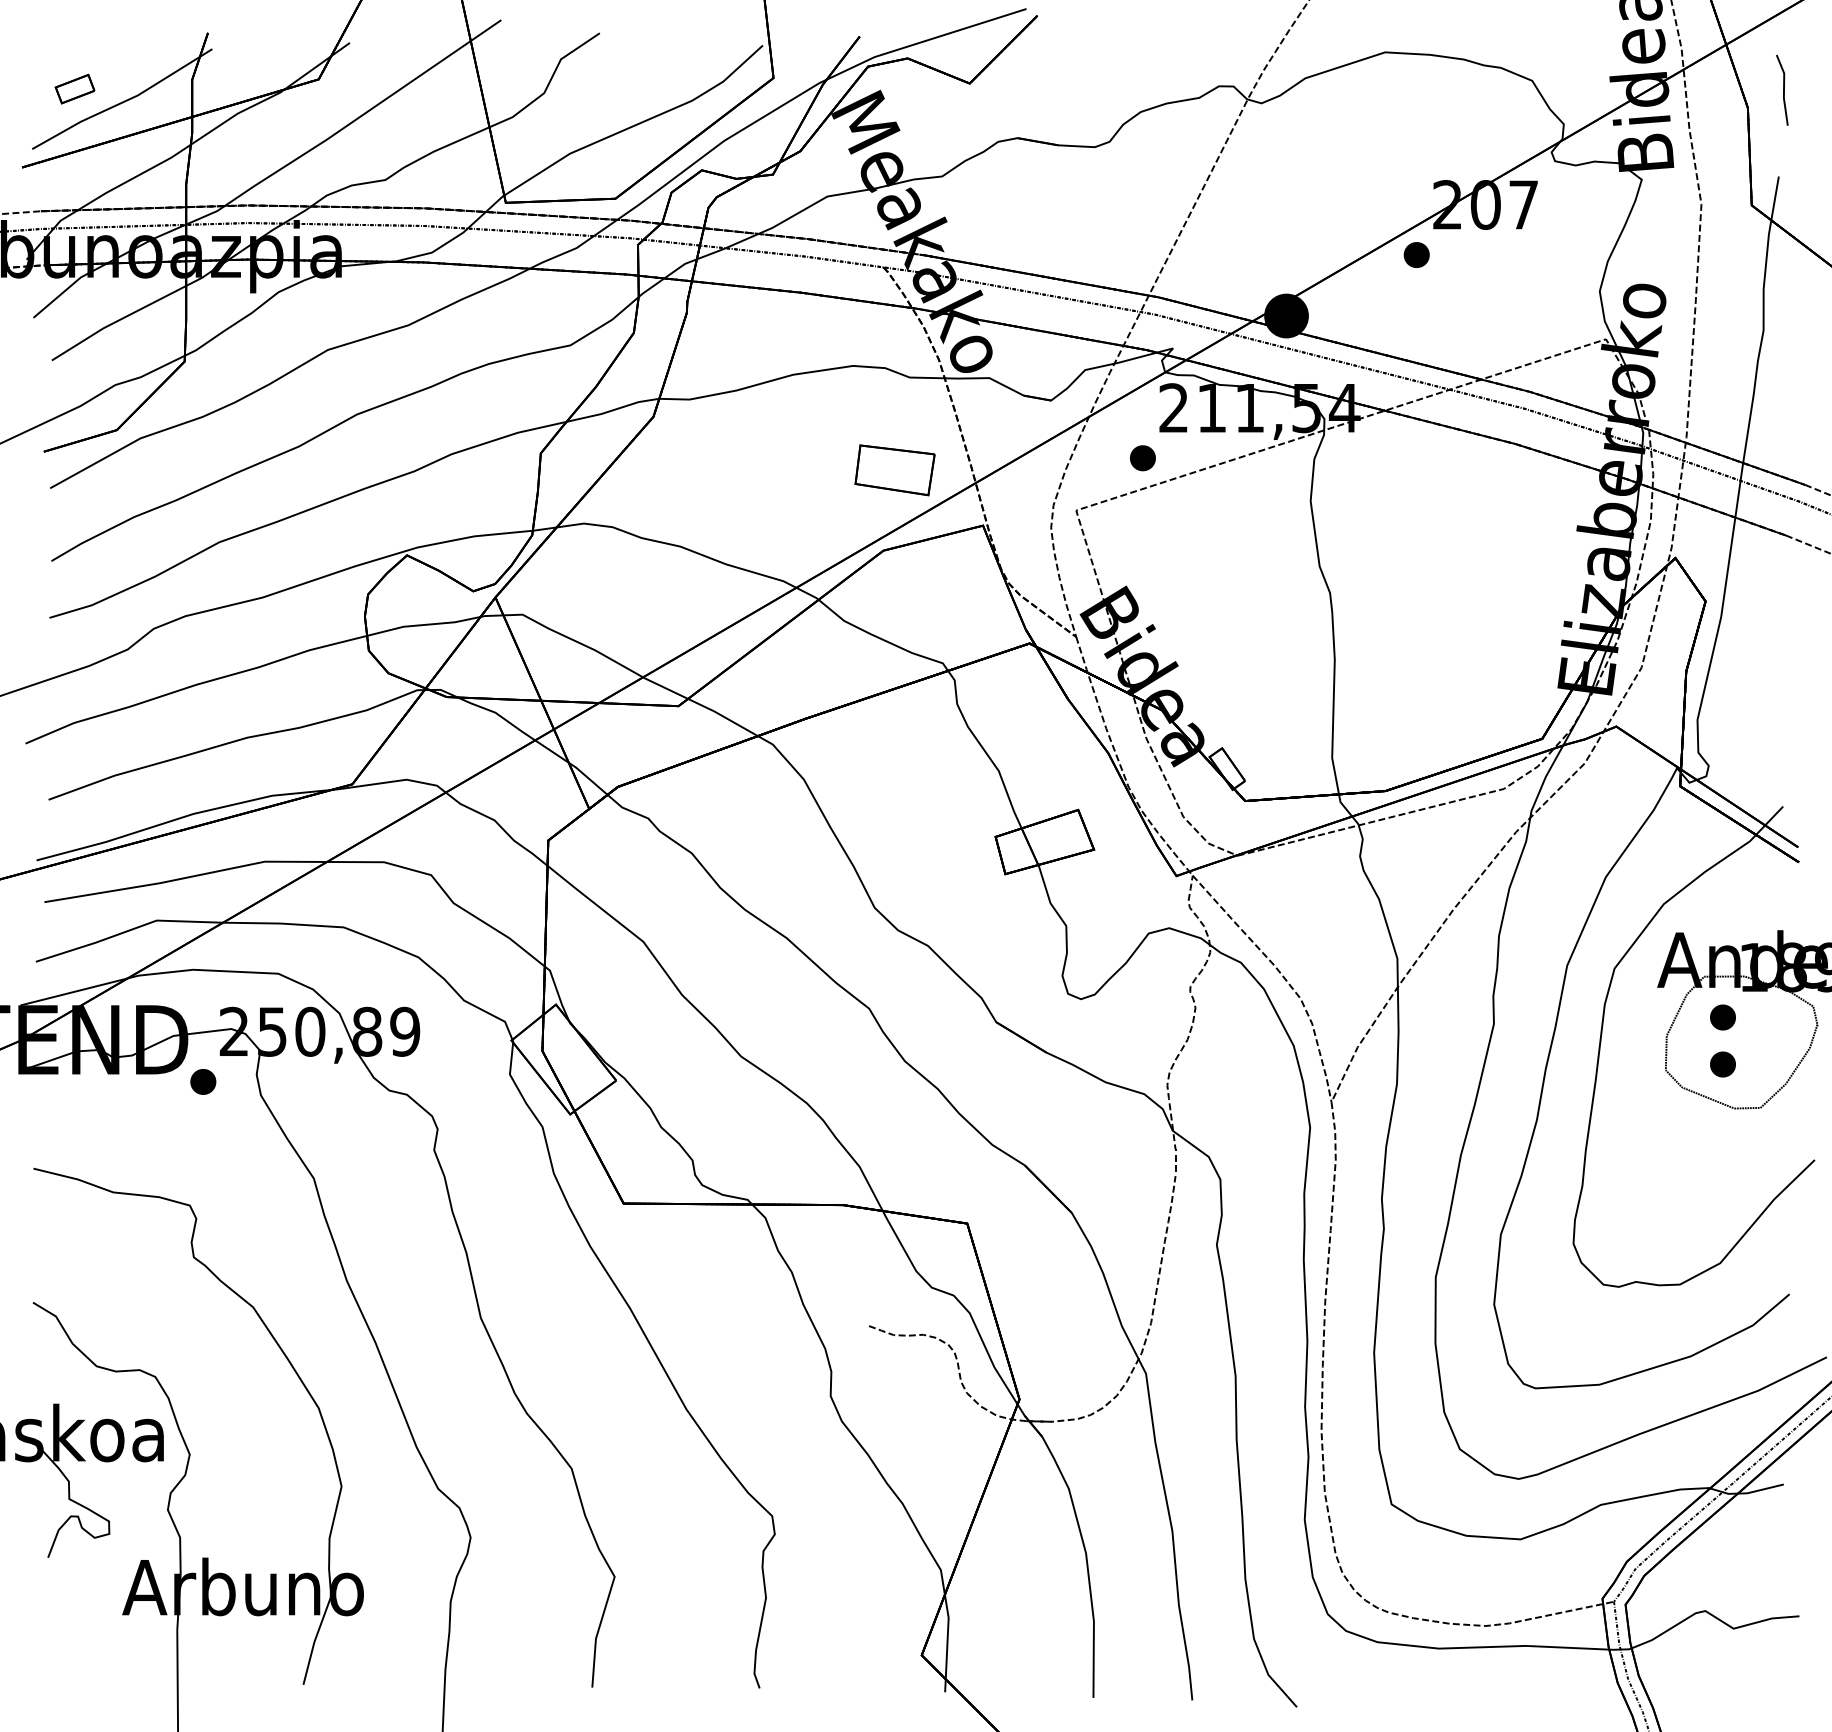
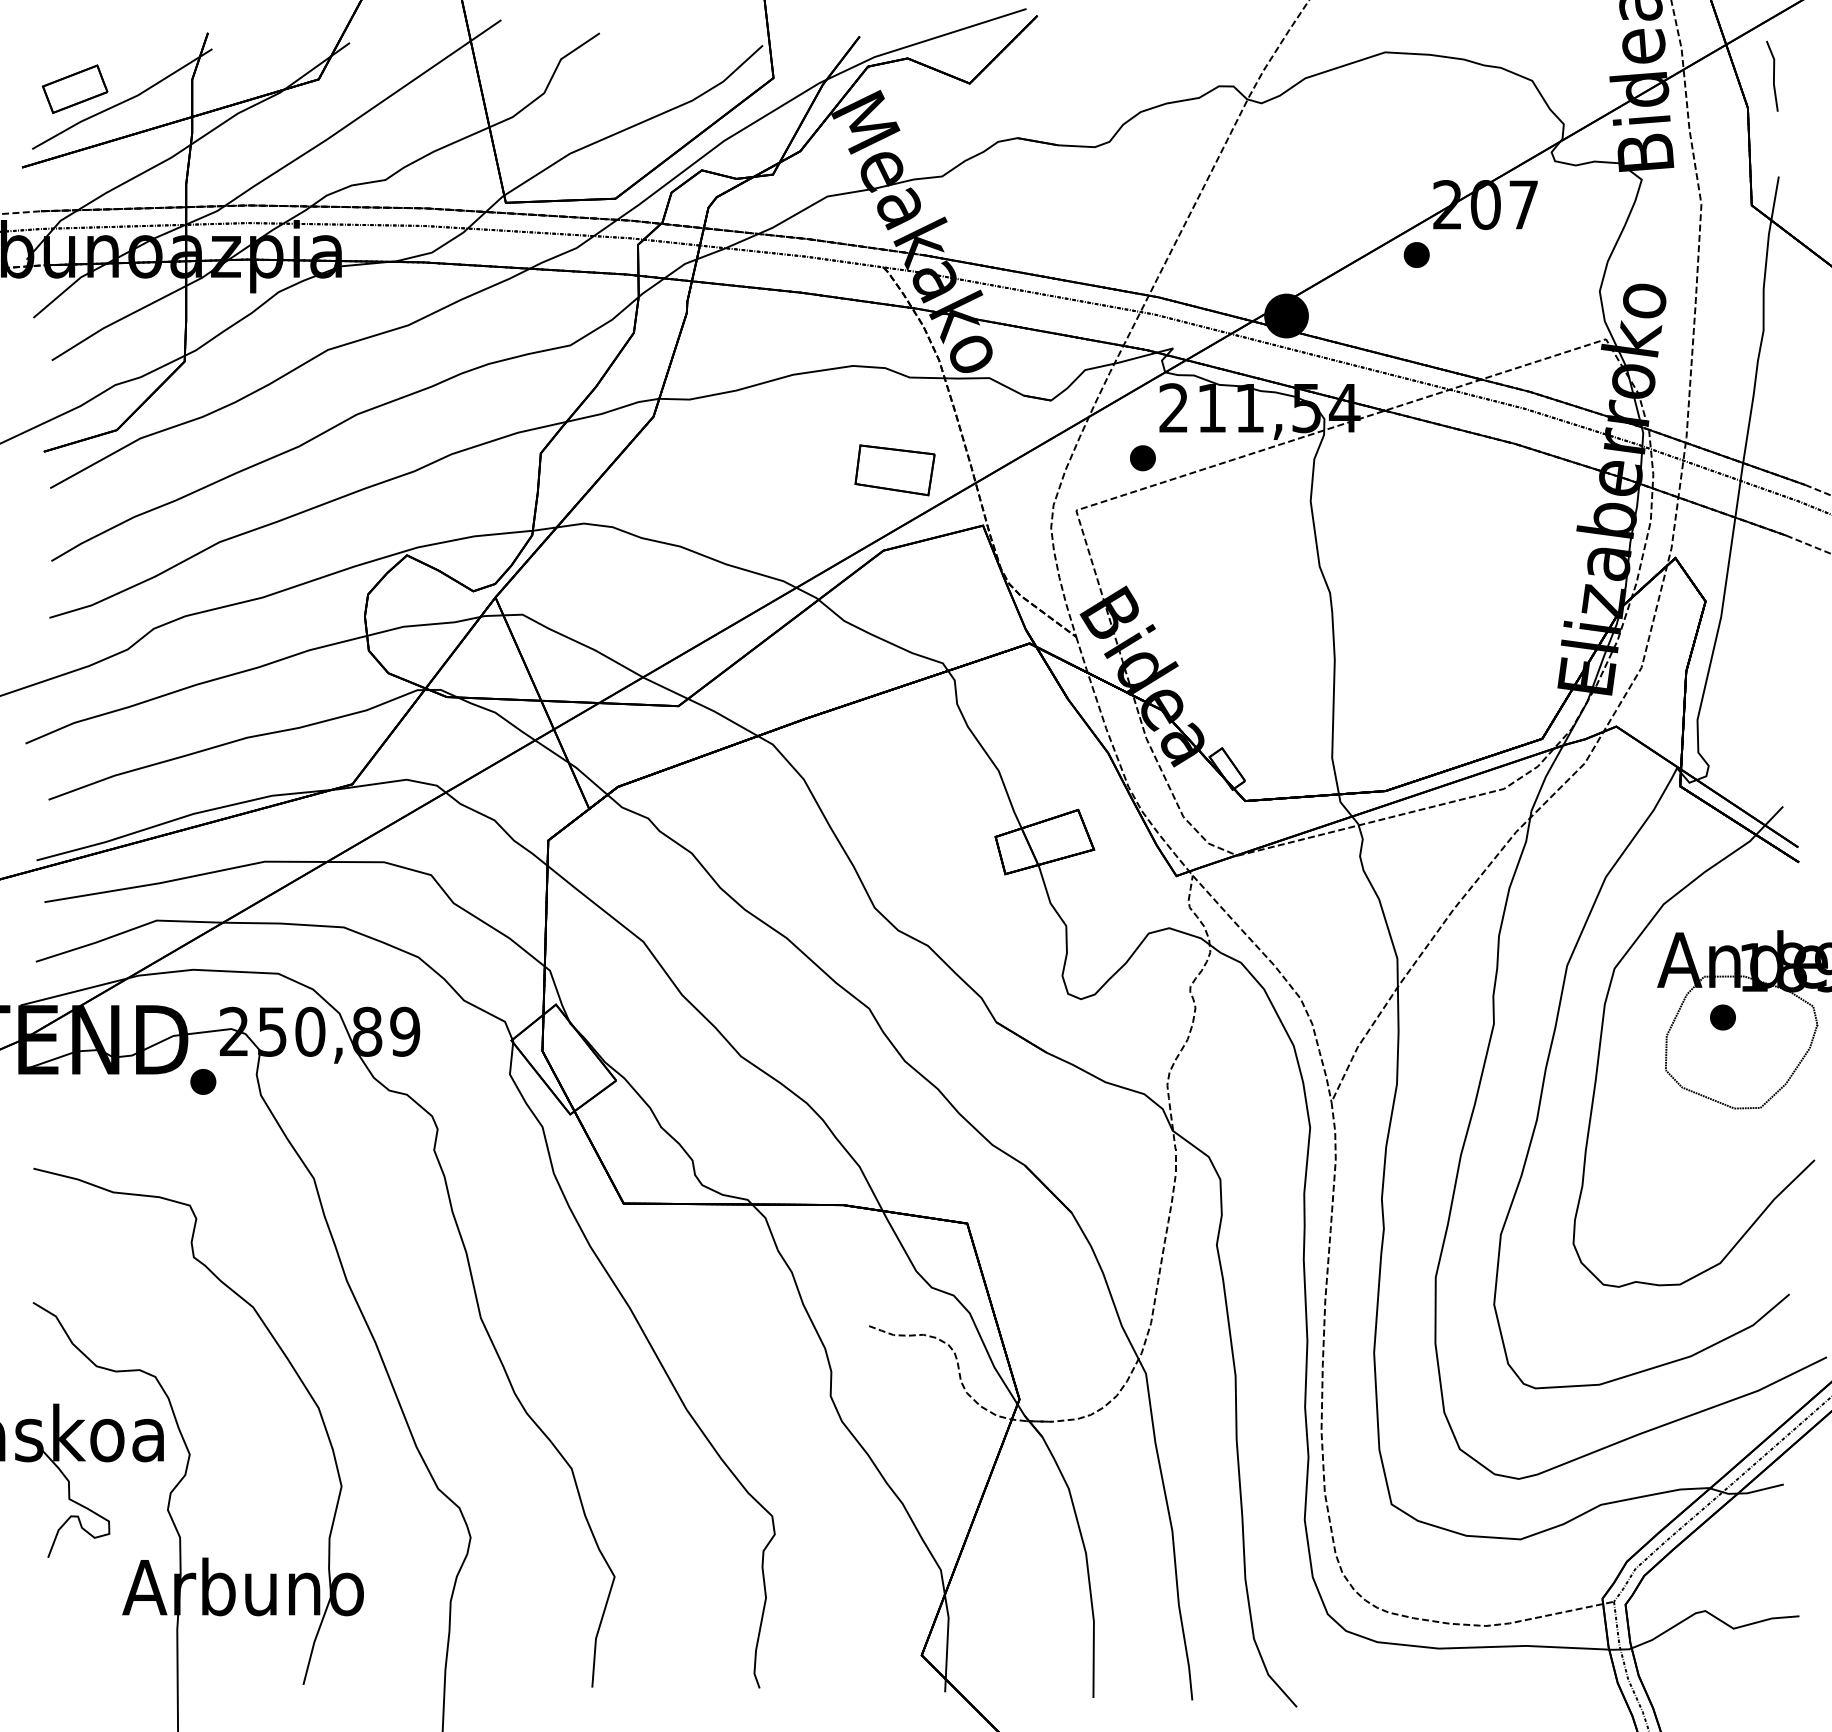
part at (74, 88) size: 42x32 px -> 68x50 px
line at (1783, 89) position: (1783, 89) -> (1773, 75)
part at (1722, 1064): present -> none
